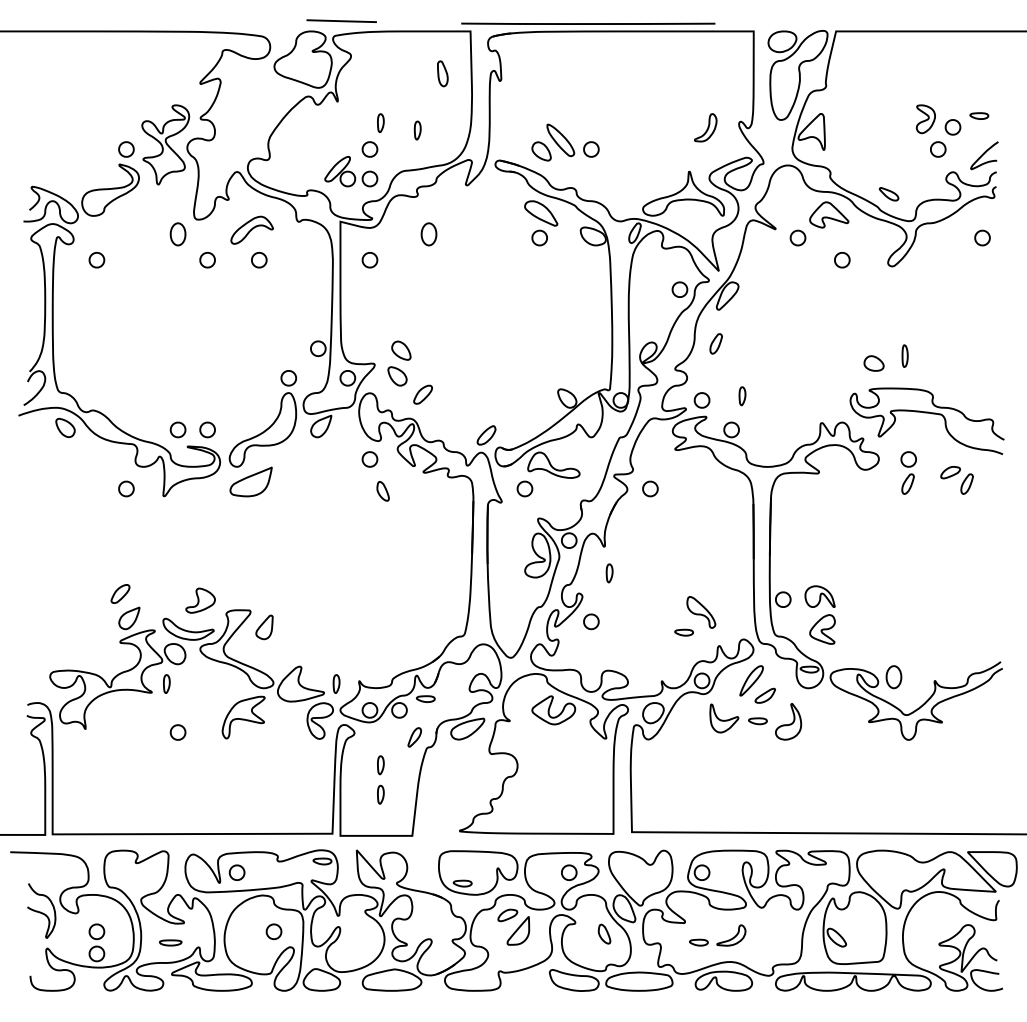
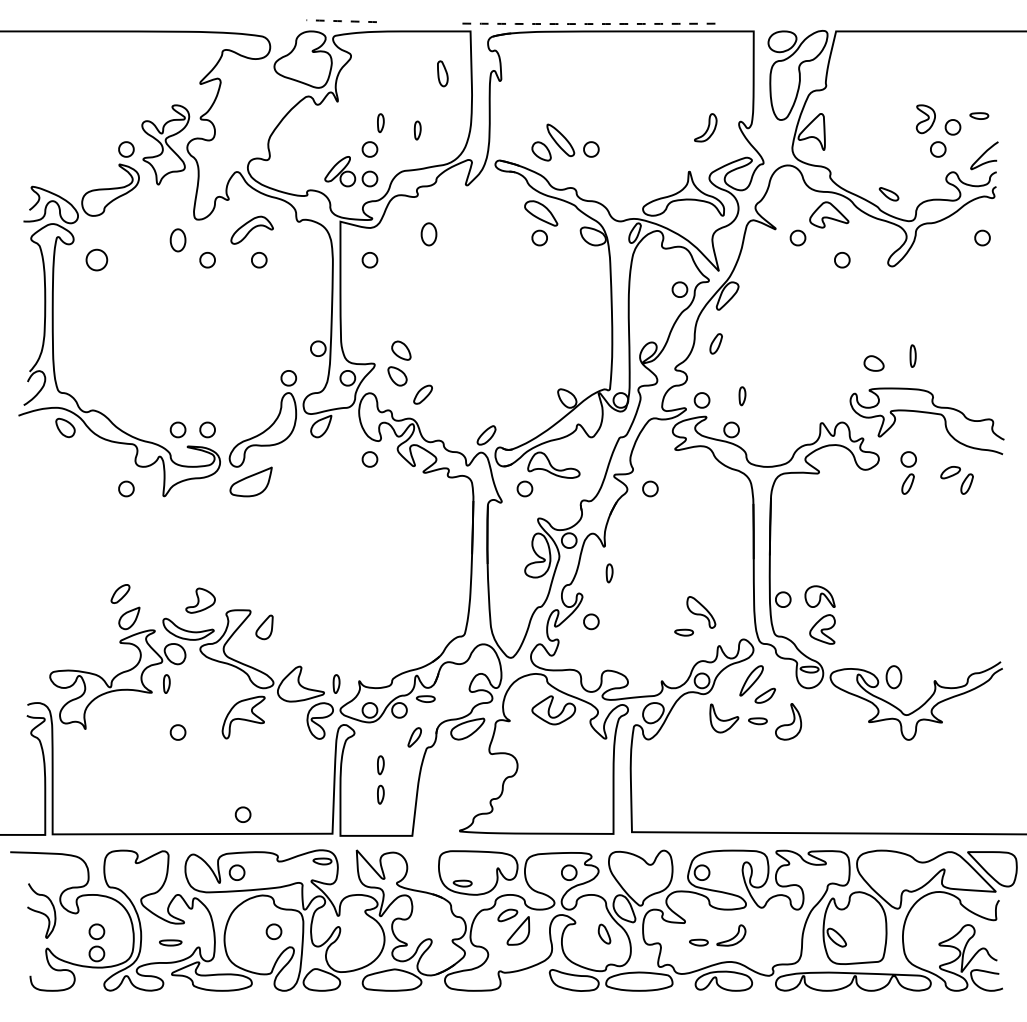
line at (341, 21): solid -> dashed
line at (586, 24): solid -> dashed
part at (177, 234) position: (177, 234) -> (177, 240)
part at (96, 260) size: 18x17 px -> 24x24 px
part at (904, 355) position: (904, 355) -> (912, 355)
part at (382, 491): present -> none
part at (242, 814): none -> present
